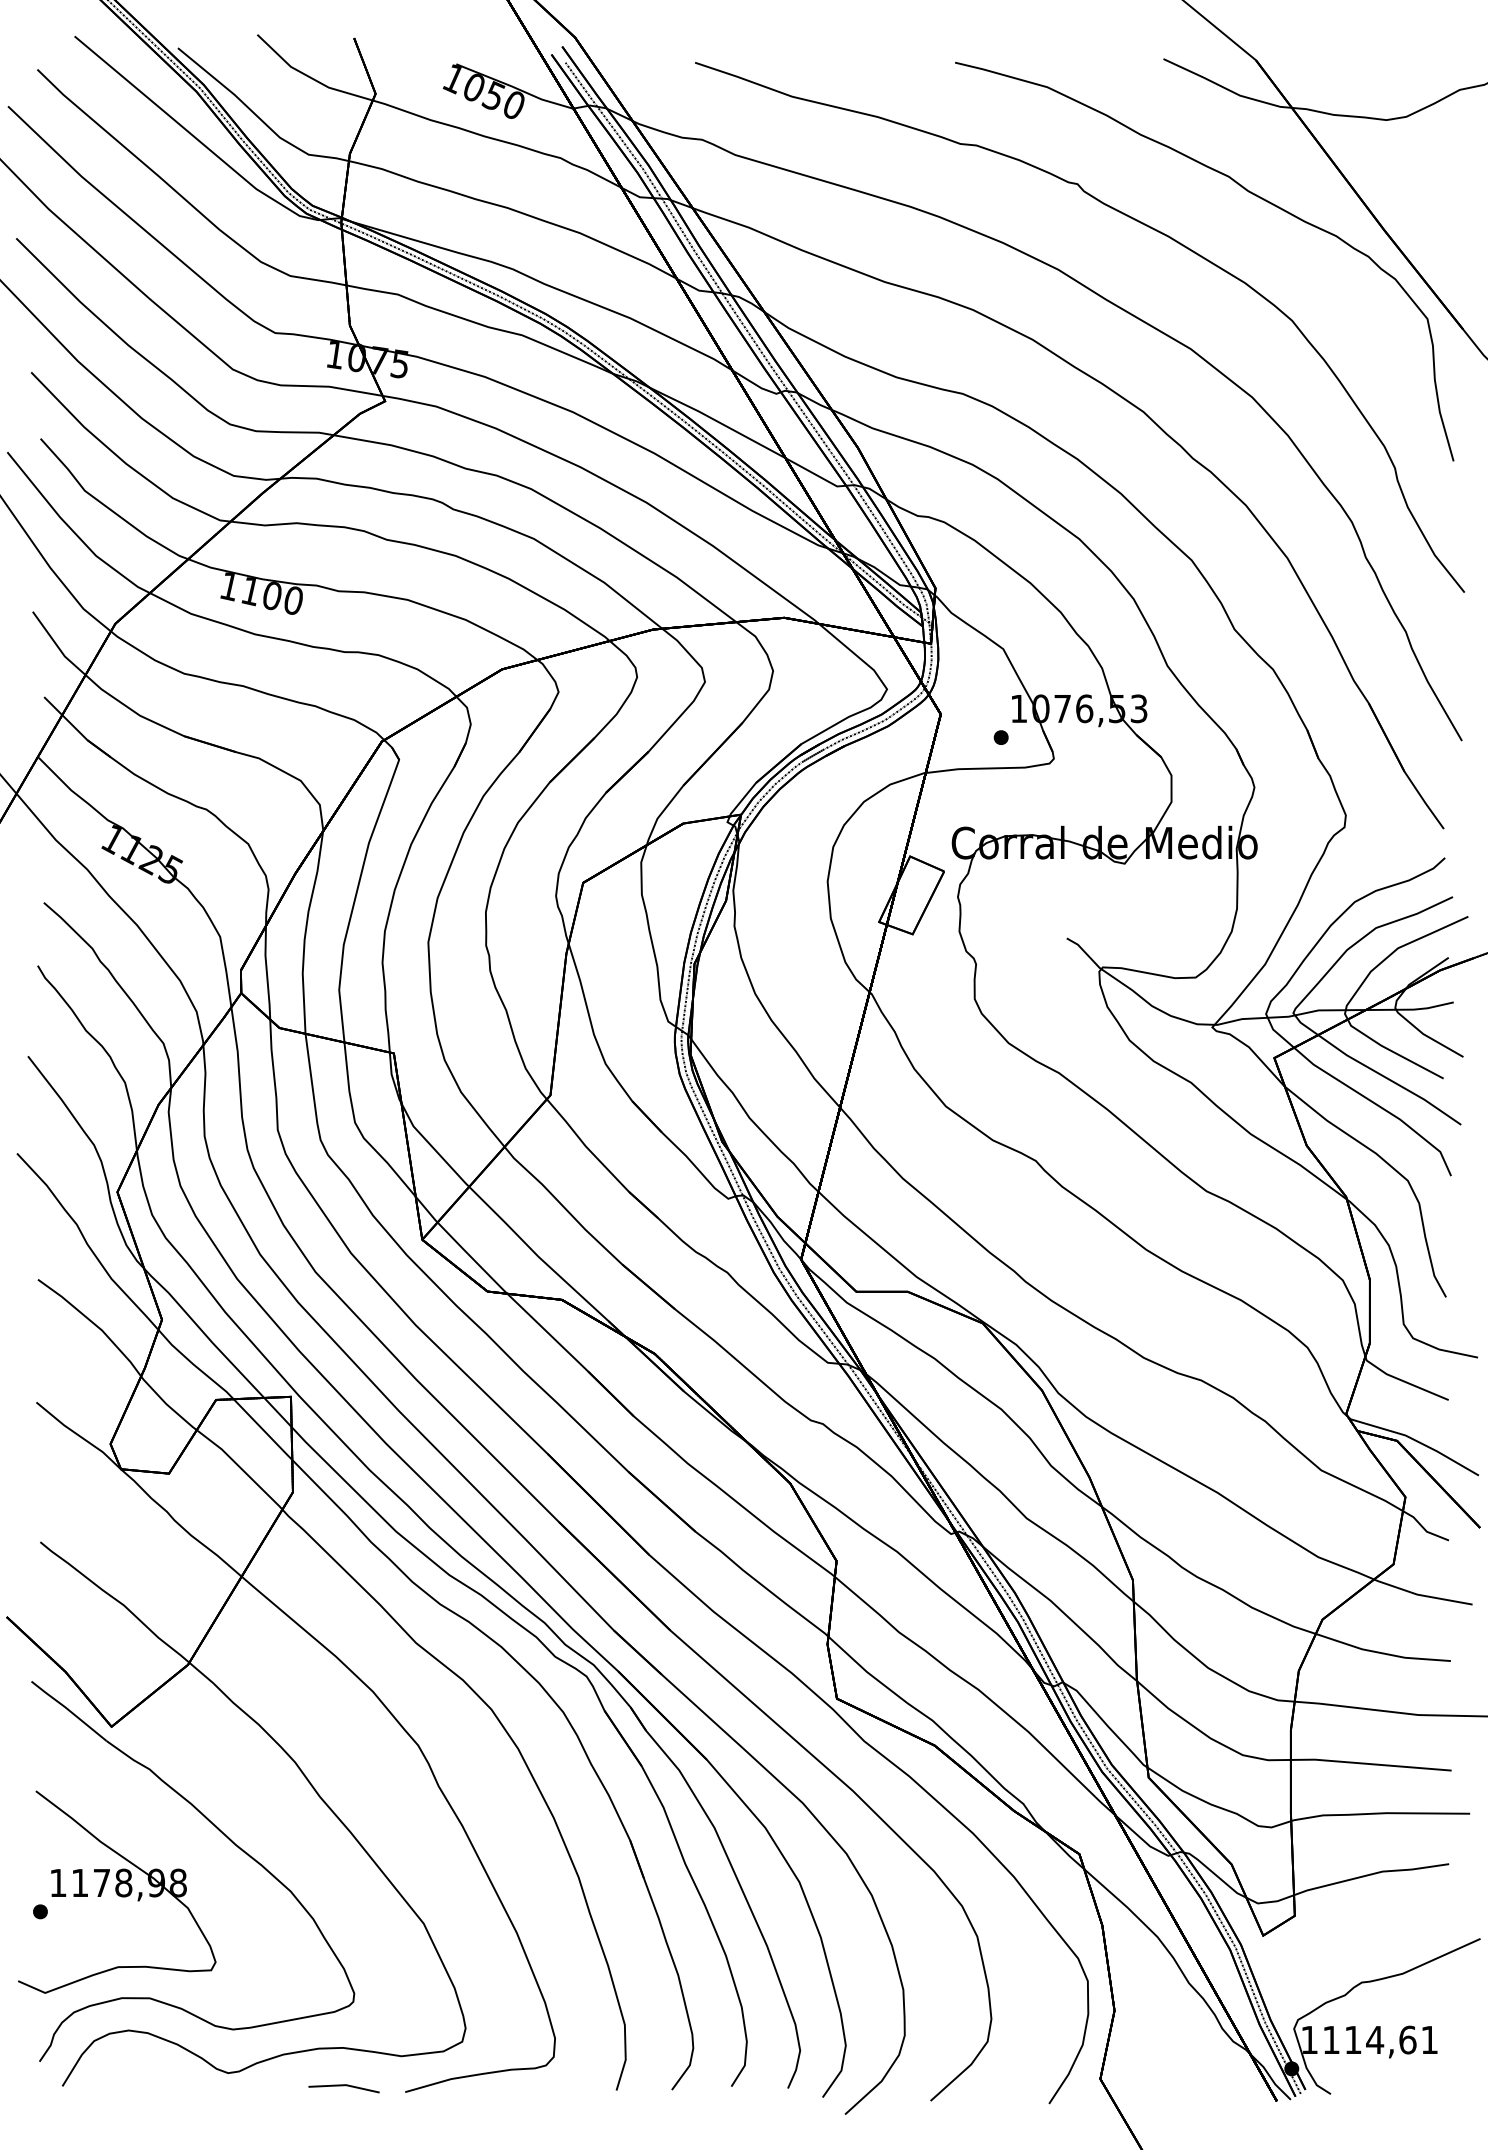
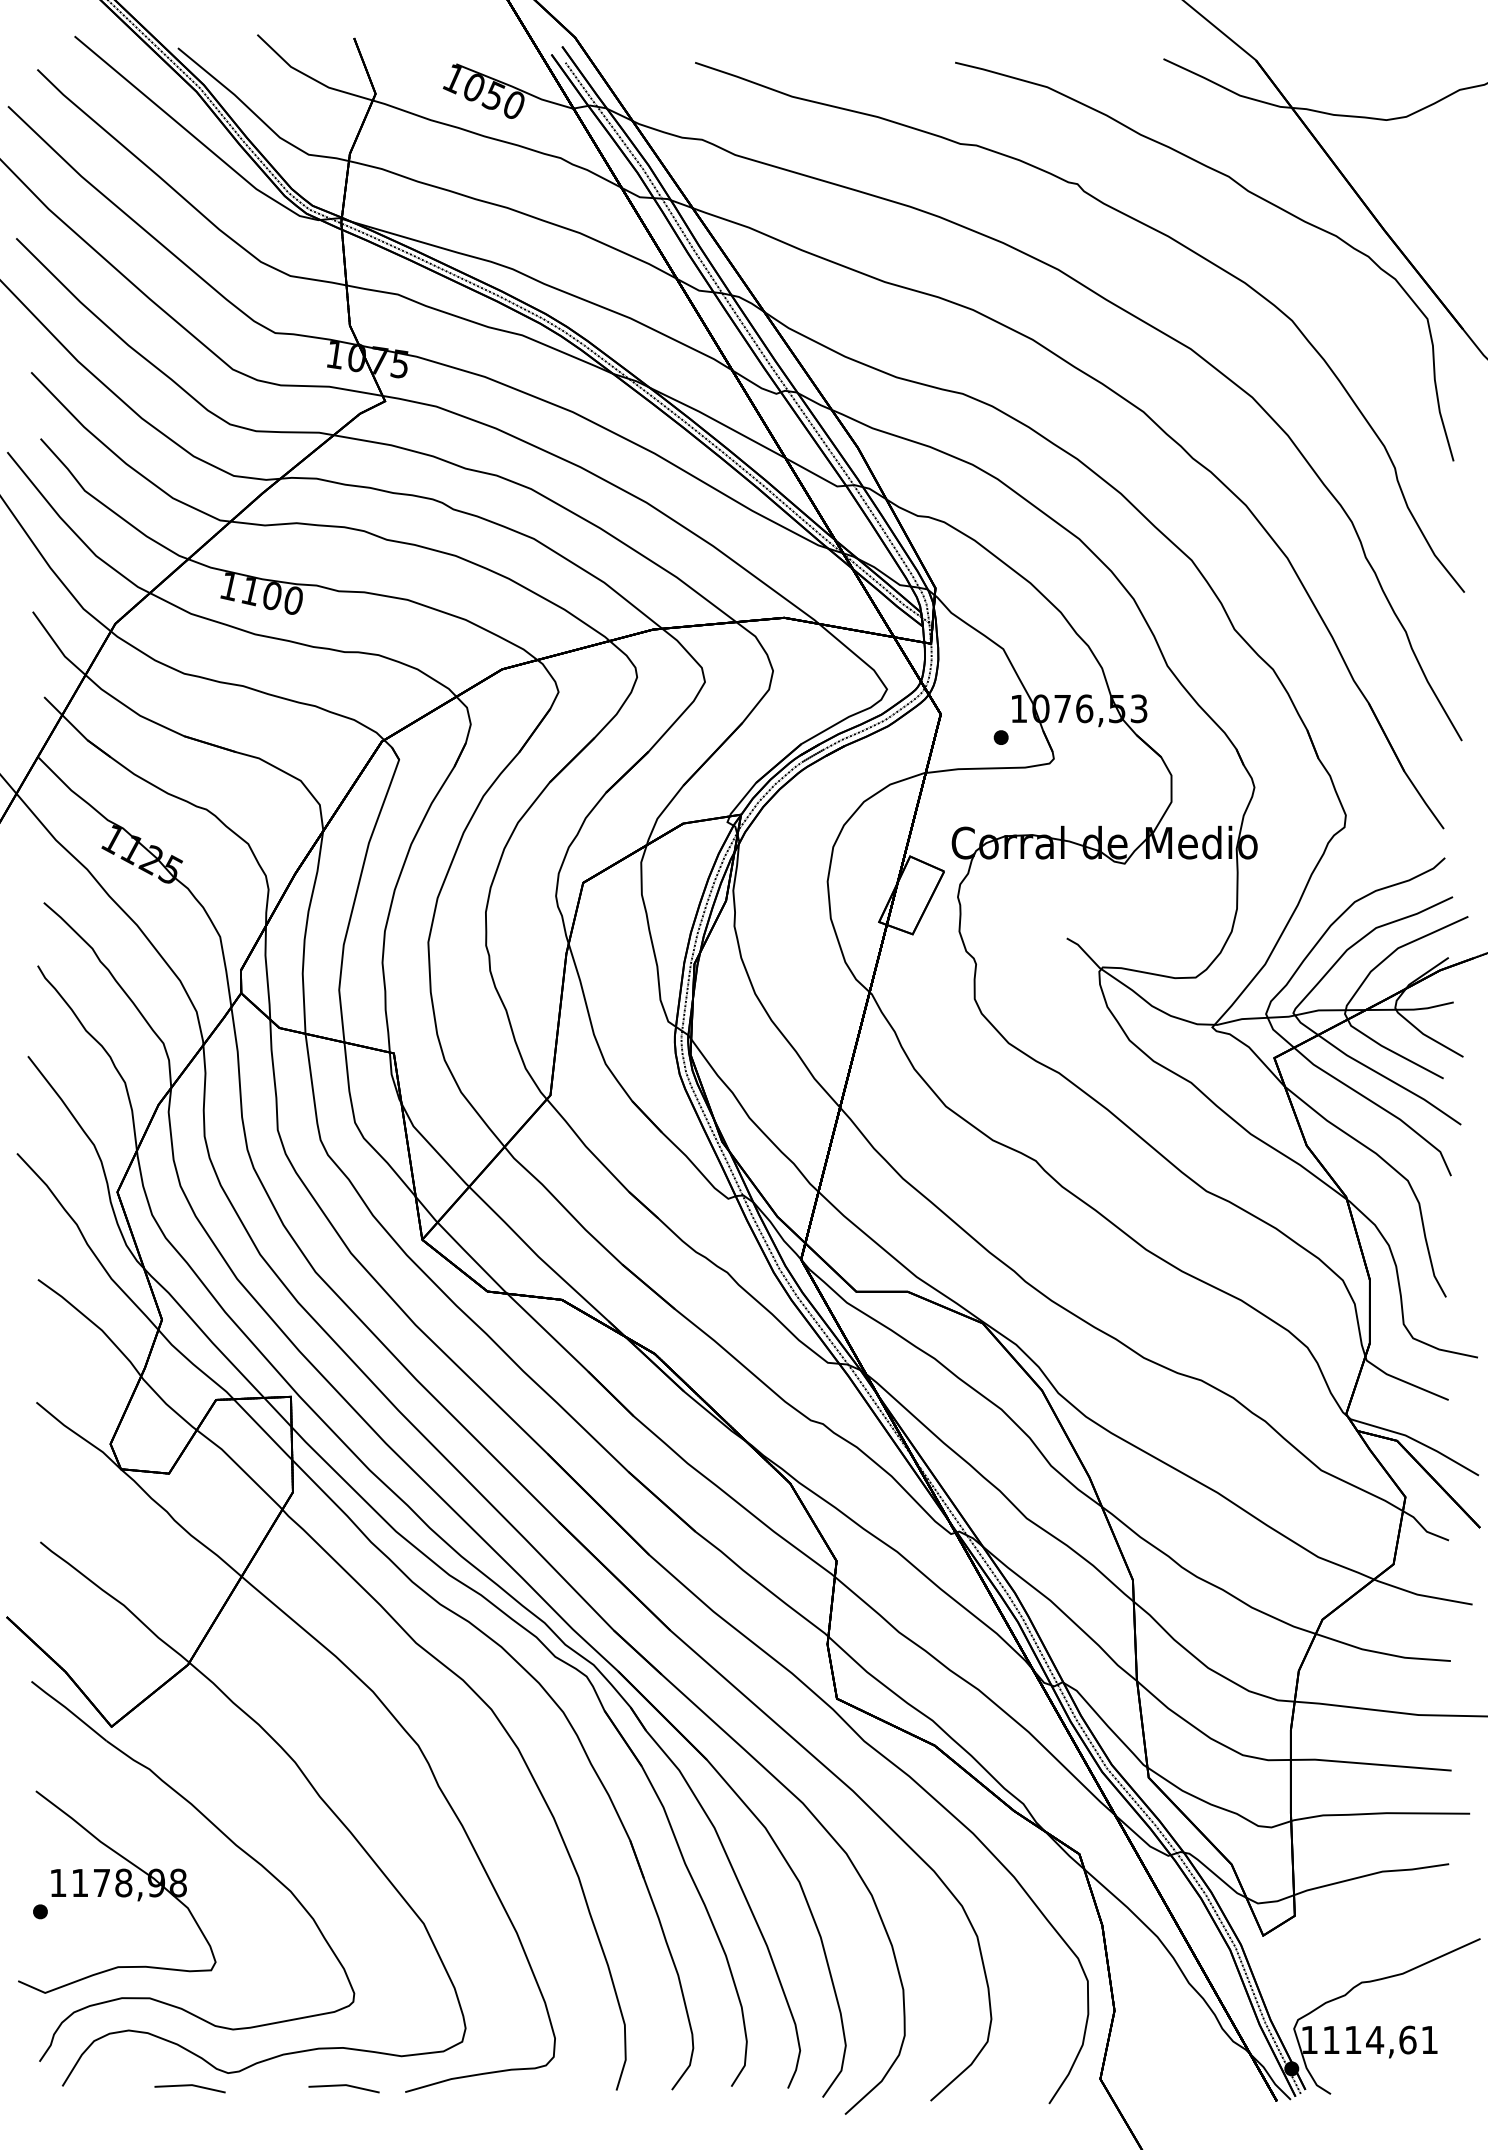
line at (189, 2086): none -> present
